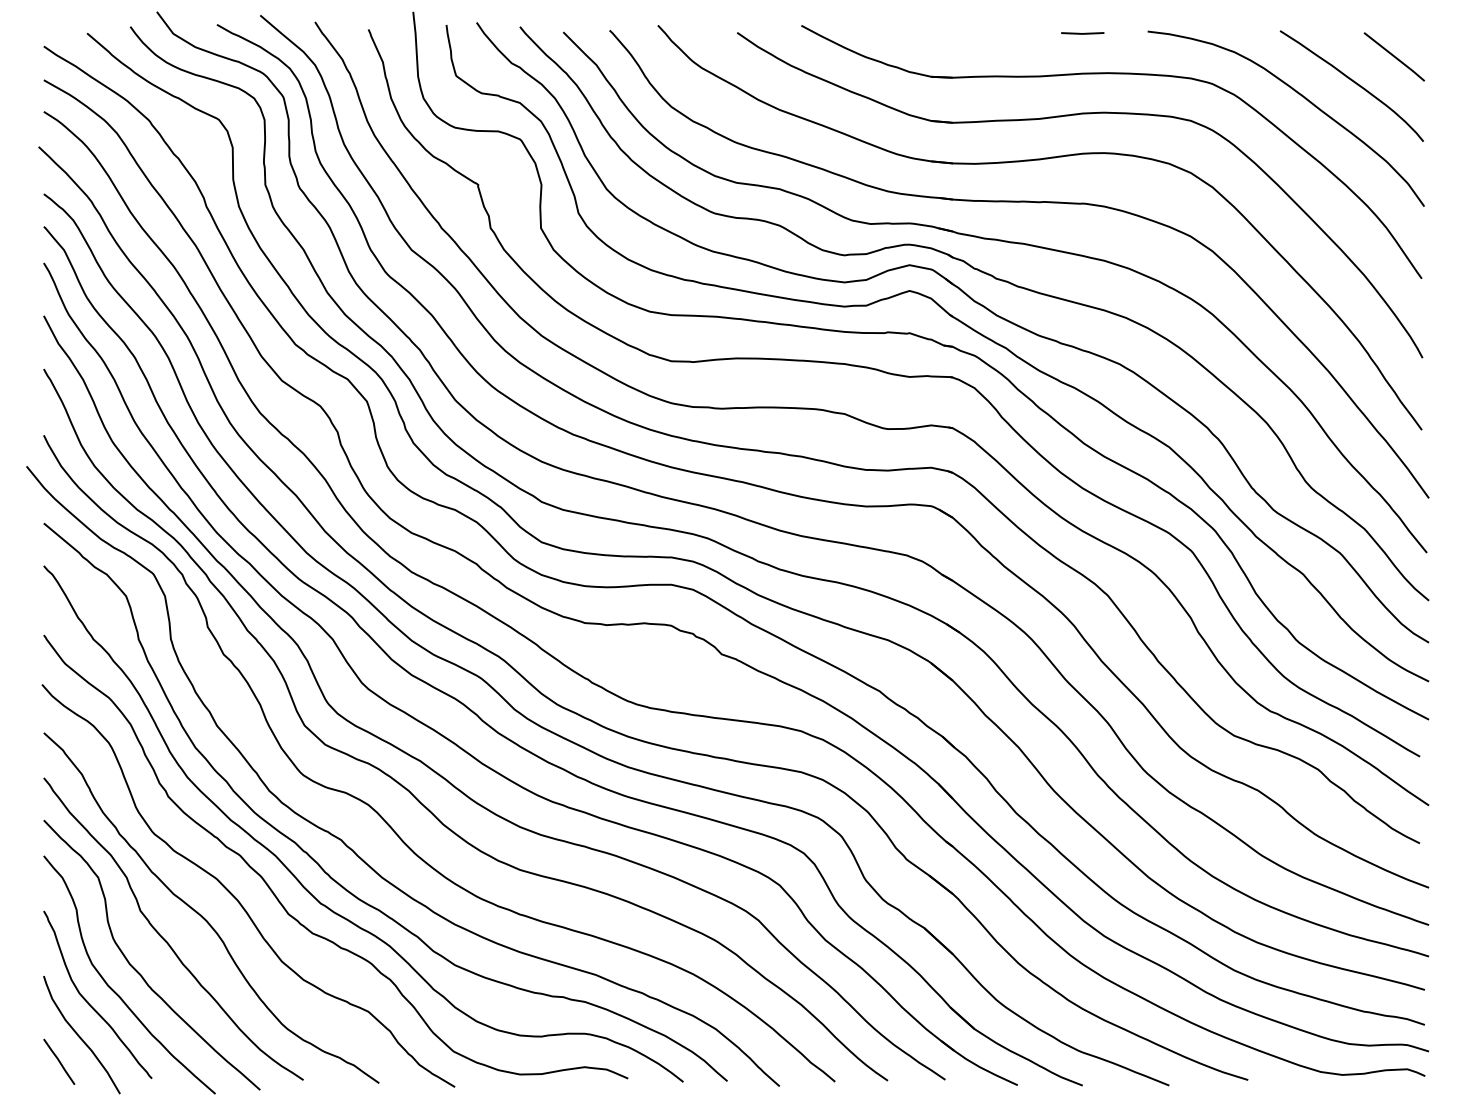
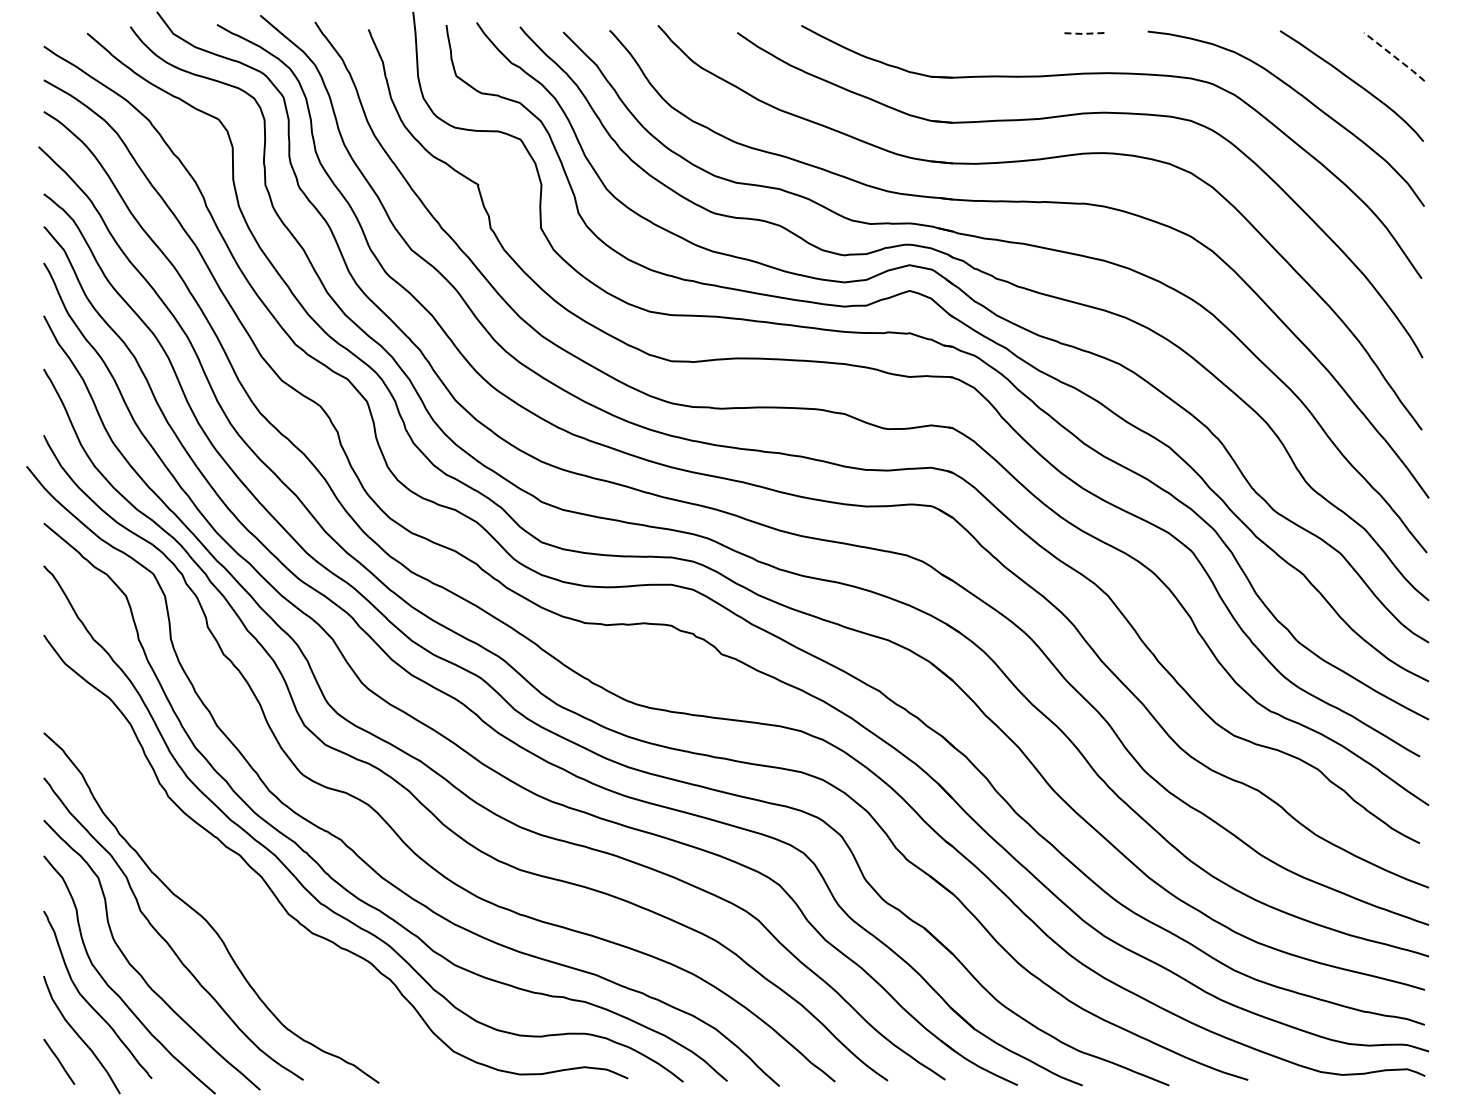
line at (1082, 33): solid -> dashed
line at (1395, 57): solid -> dashed
curve at (236, 897): present -> none
